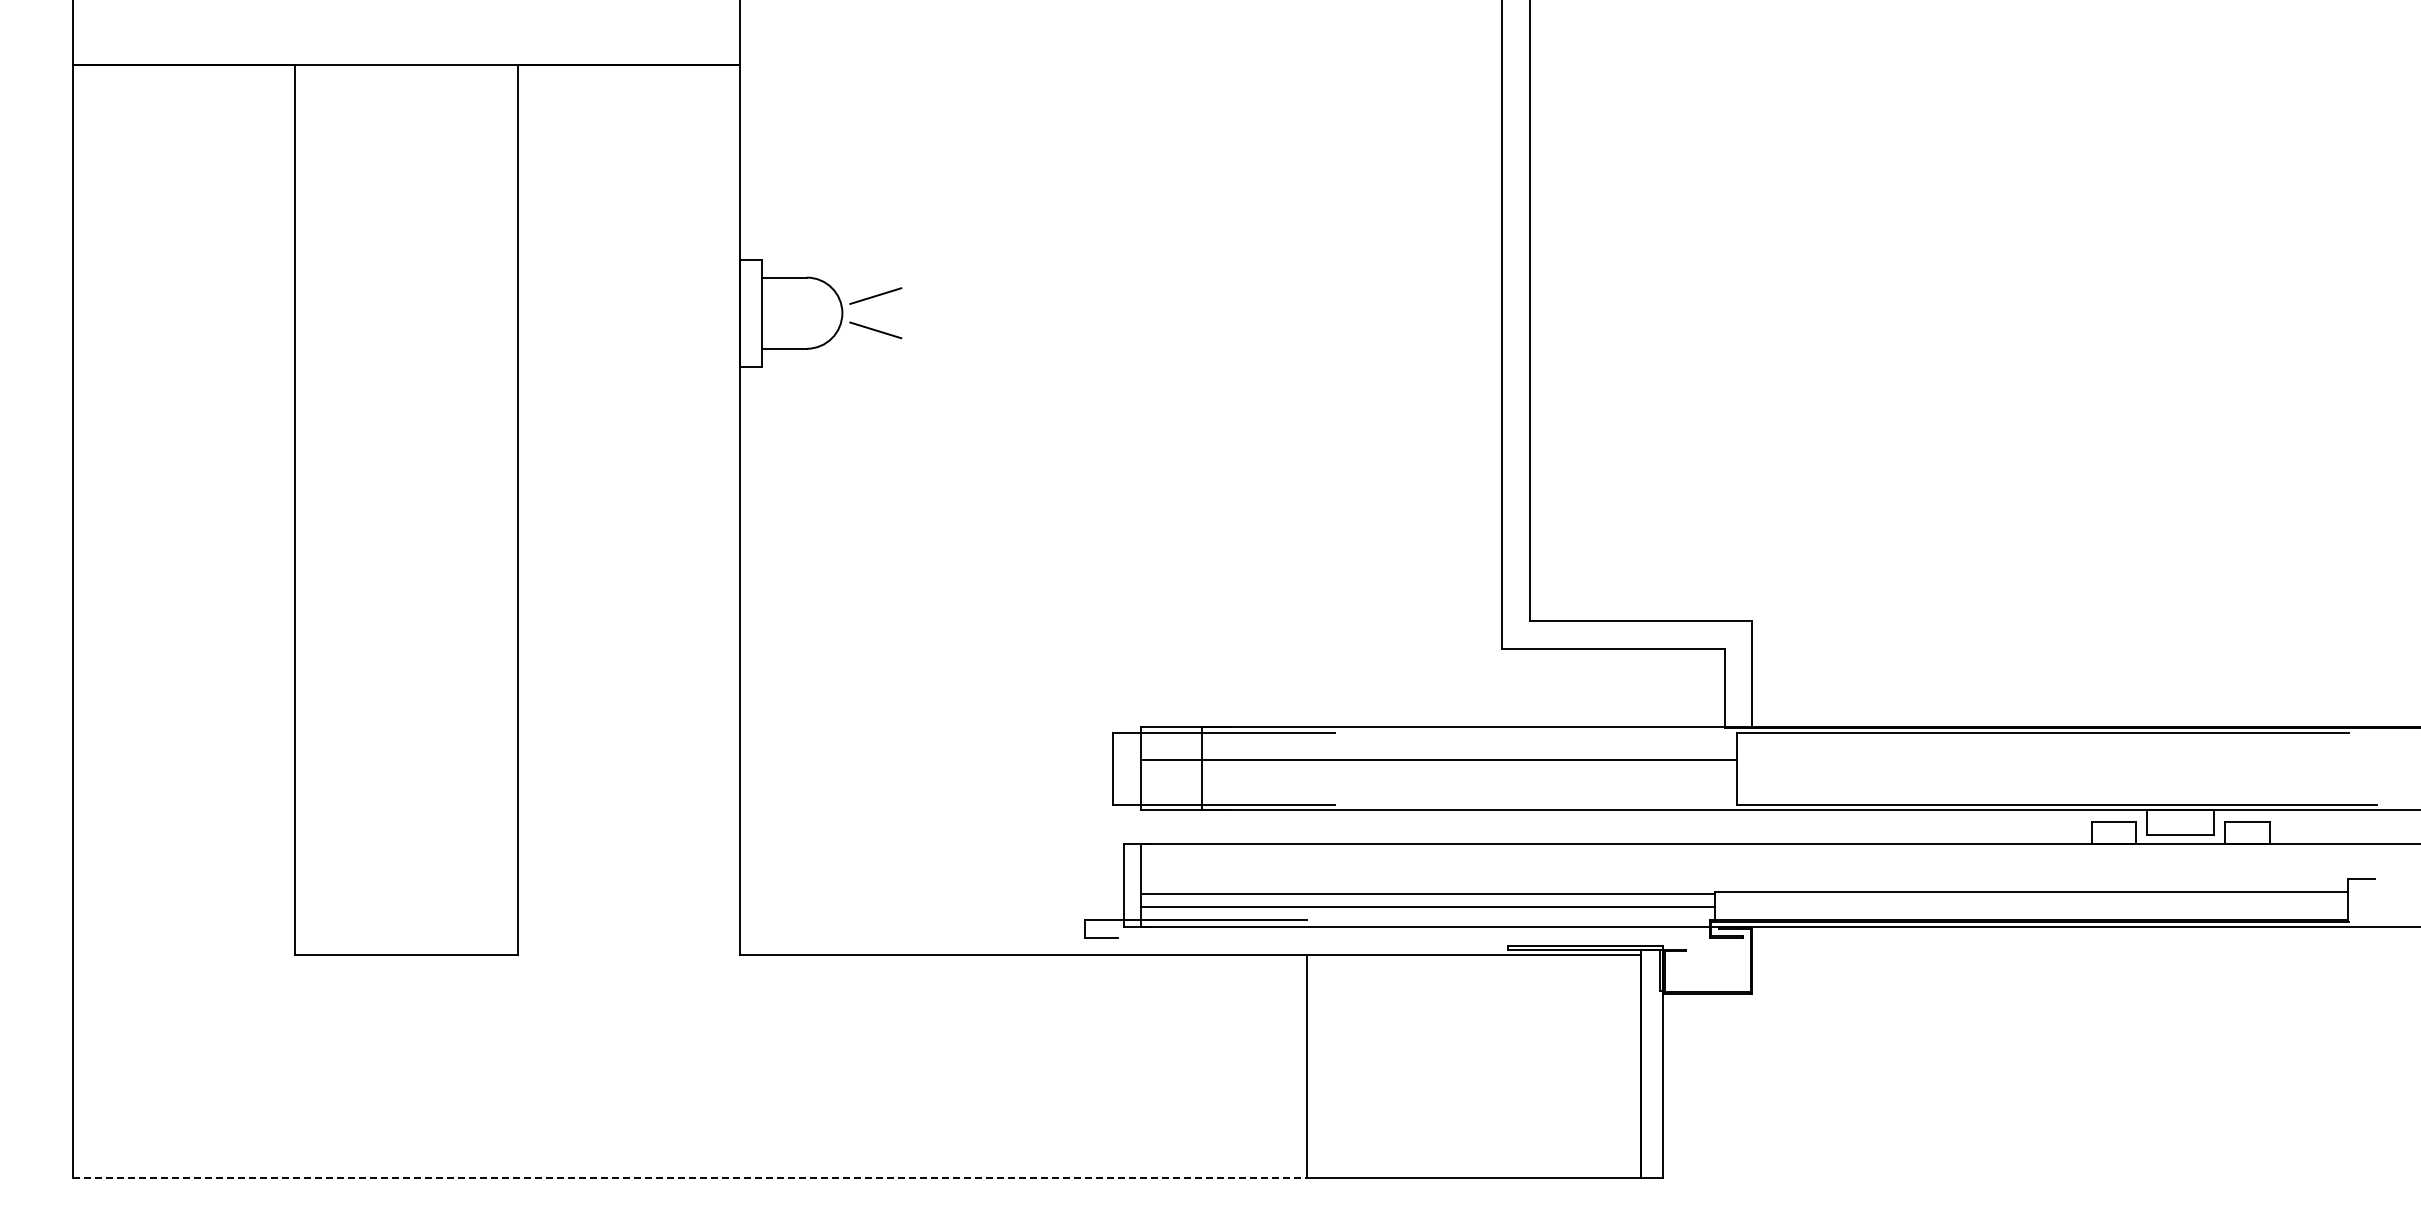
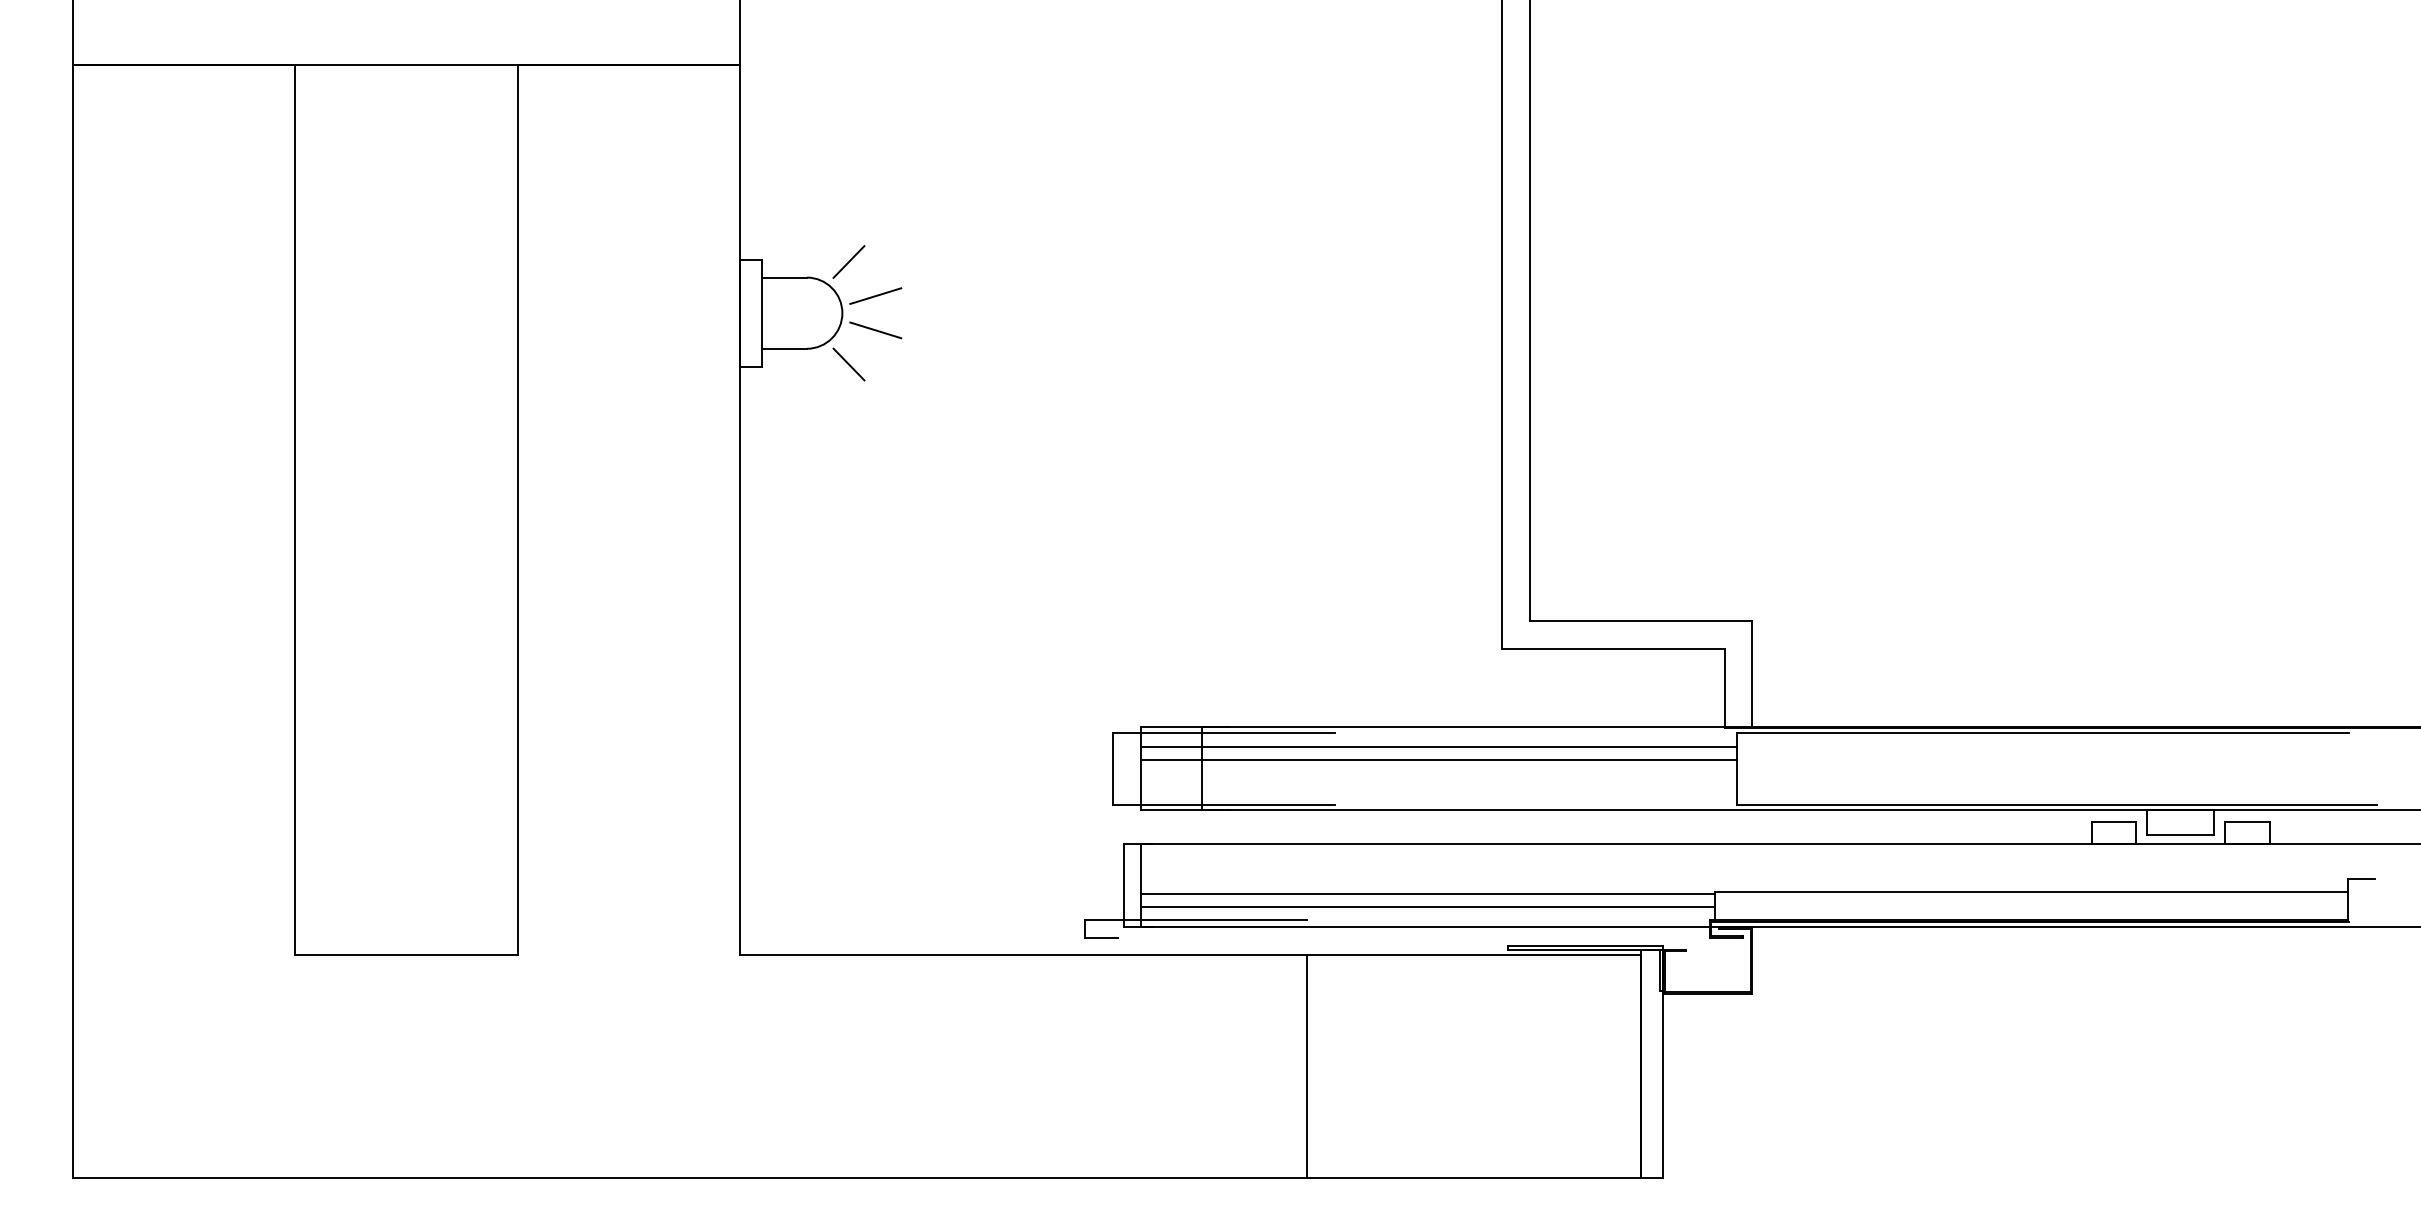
line at (848, 261): none -> present
line at (848, 364): none -> present
line at (1438, 747): none -> present
line at (690, 1177): dashed -> solid
